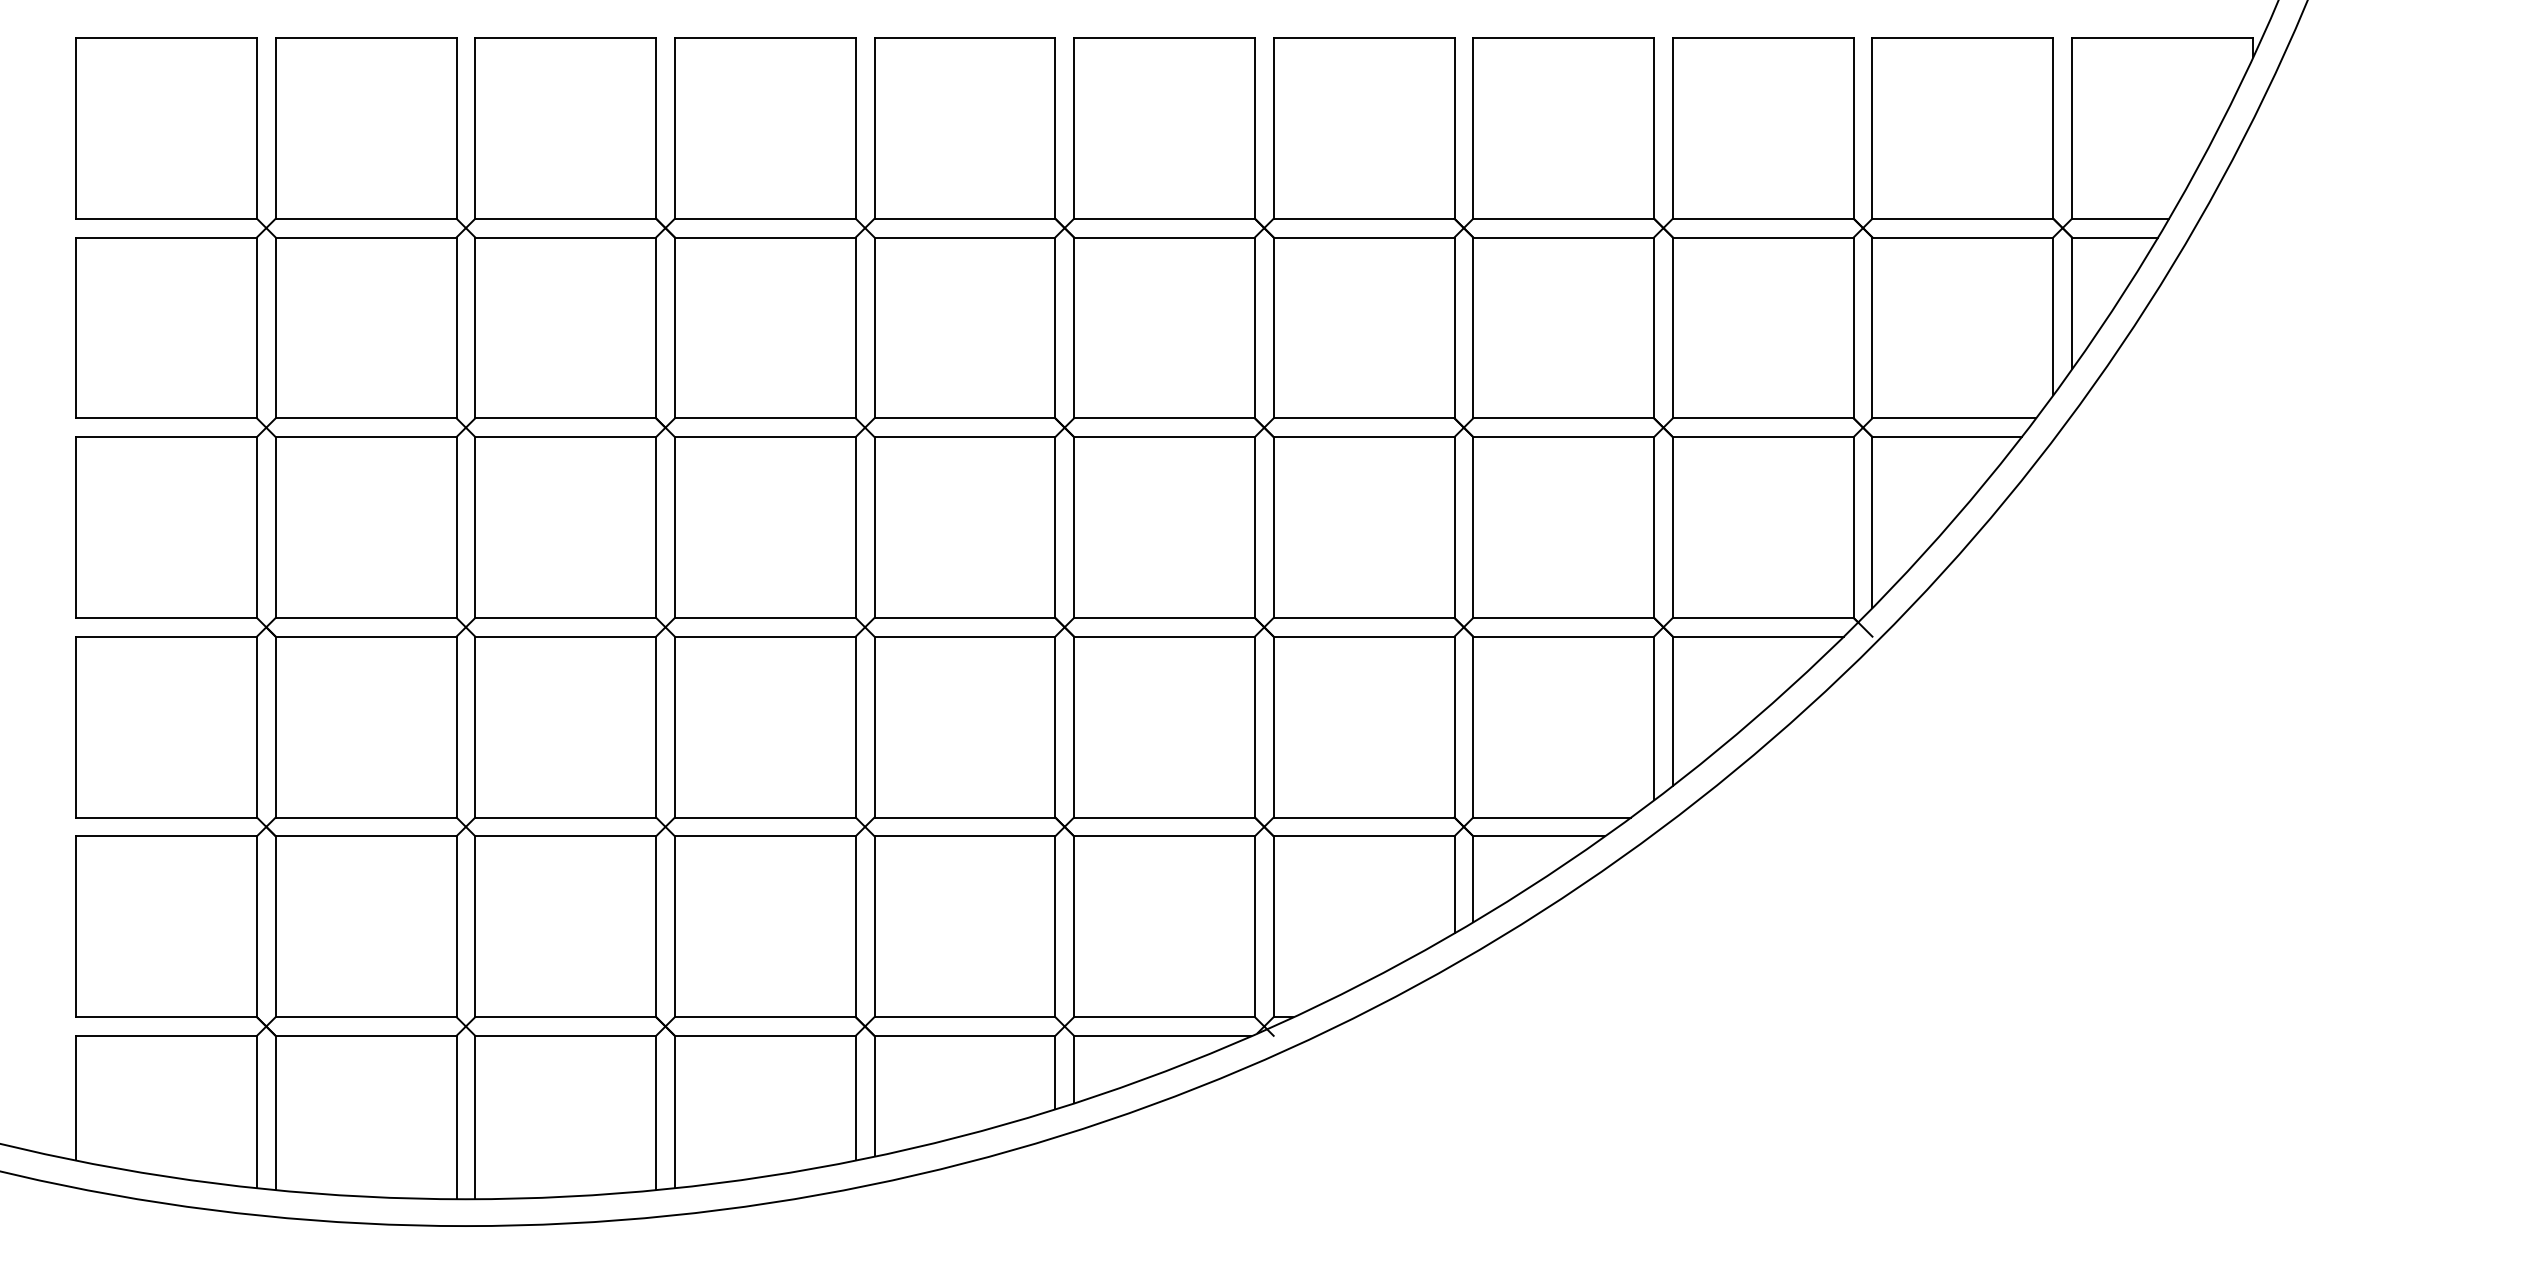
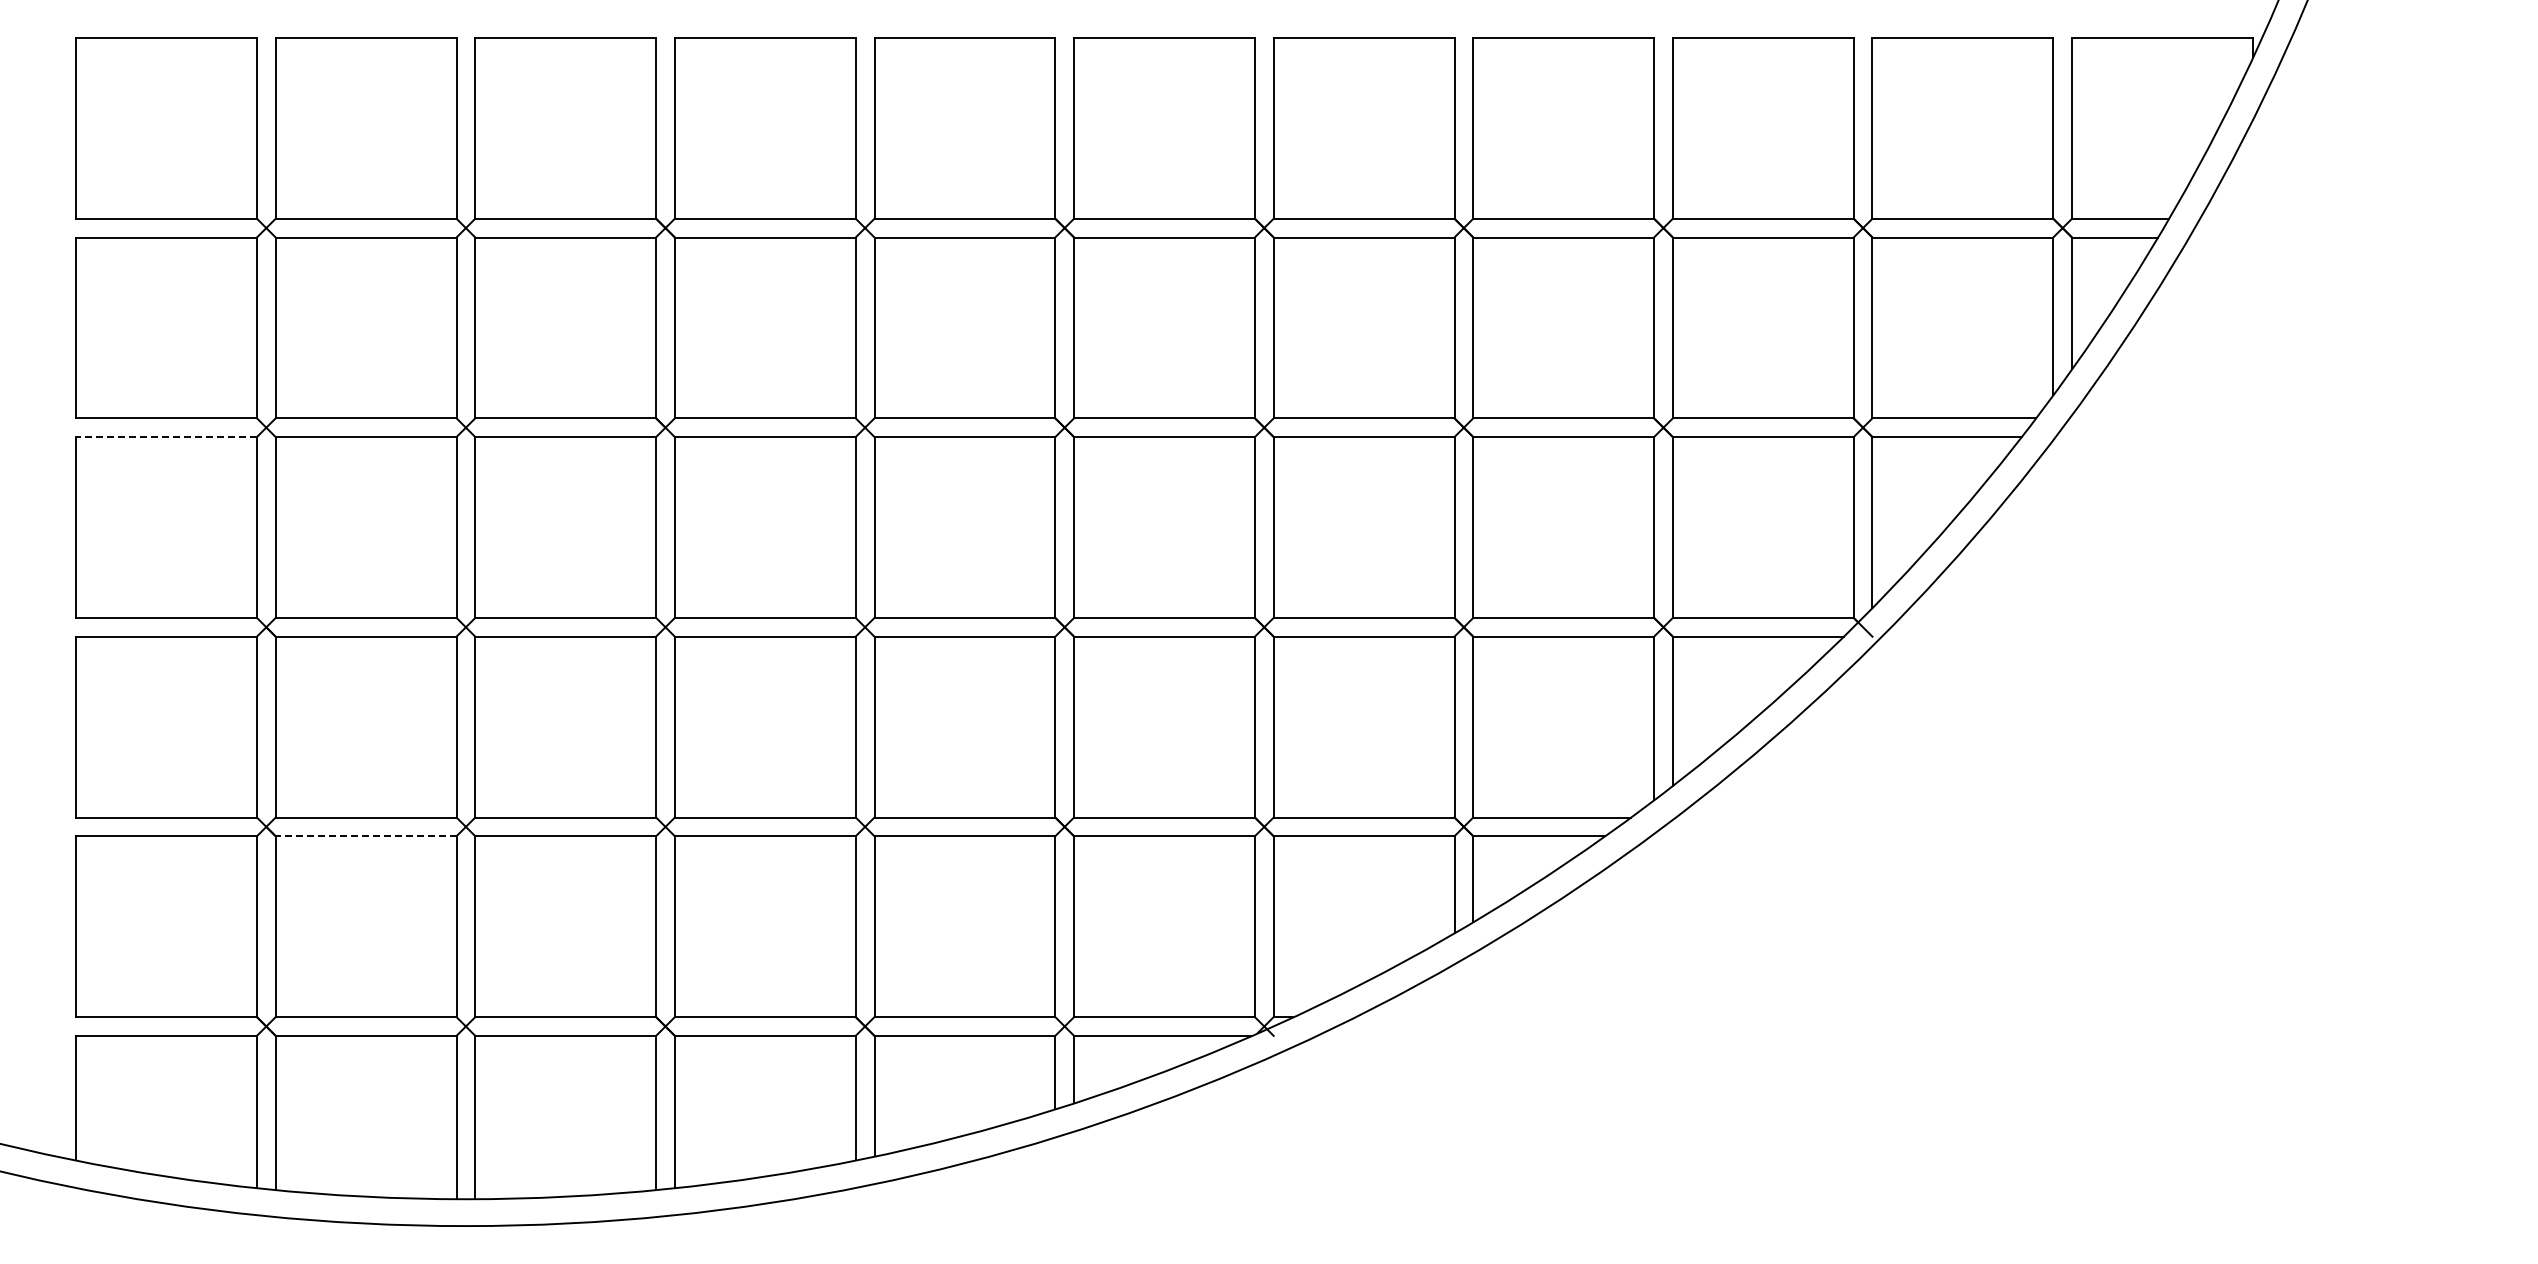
line at (166, 437): solid -> dashed
line at (365, 836): solid -> dashed
